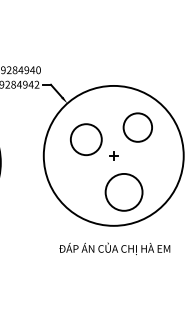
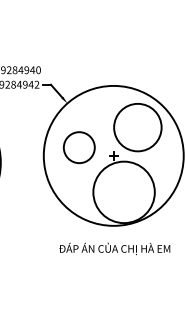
circle at (137, 127) diameter: 28 px -> 47 px
circle at (86, 139) position: (86, 139) -> (79, 147)
circle at (123, 191) diameter: 37 px -> 61 px
